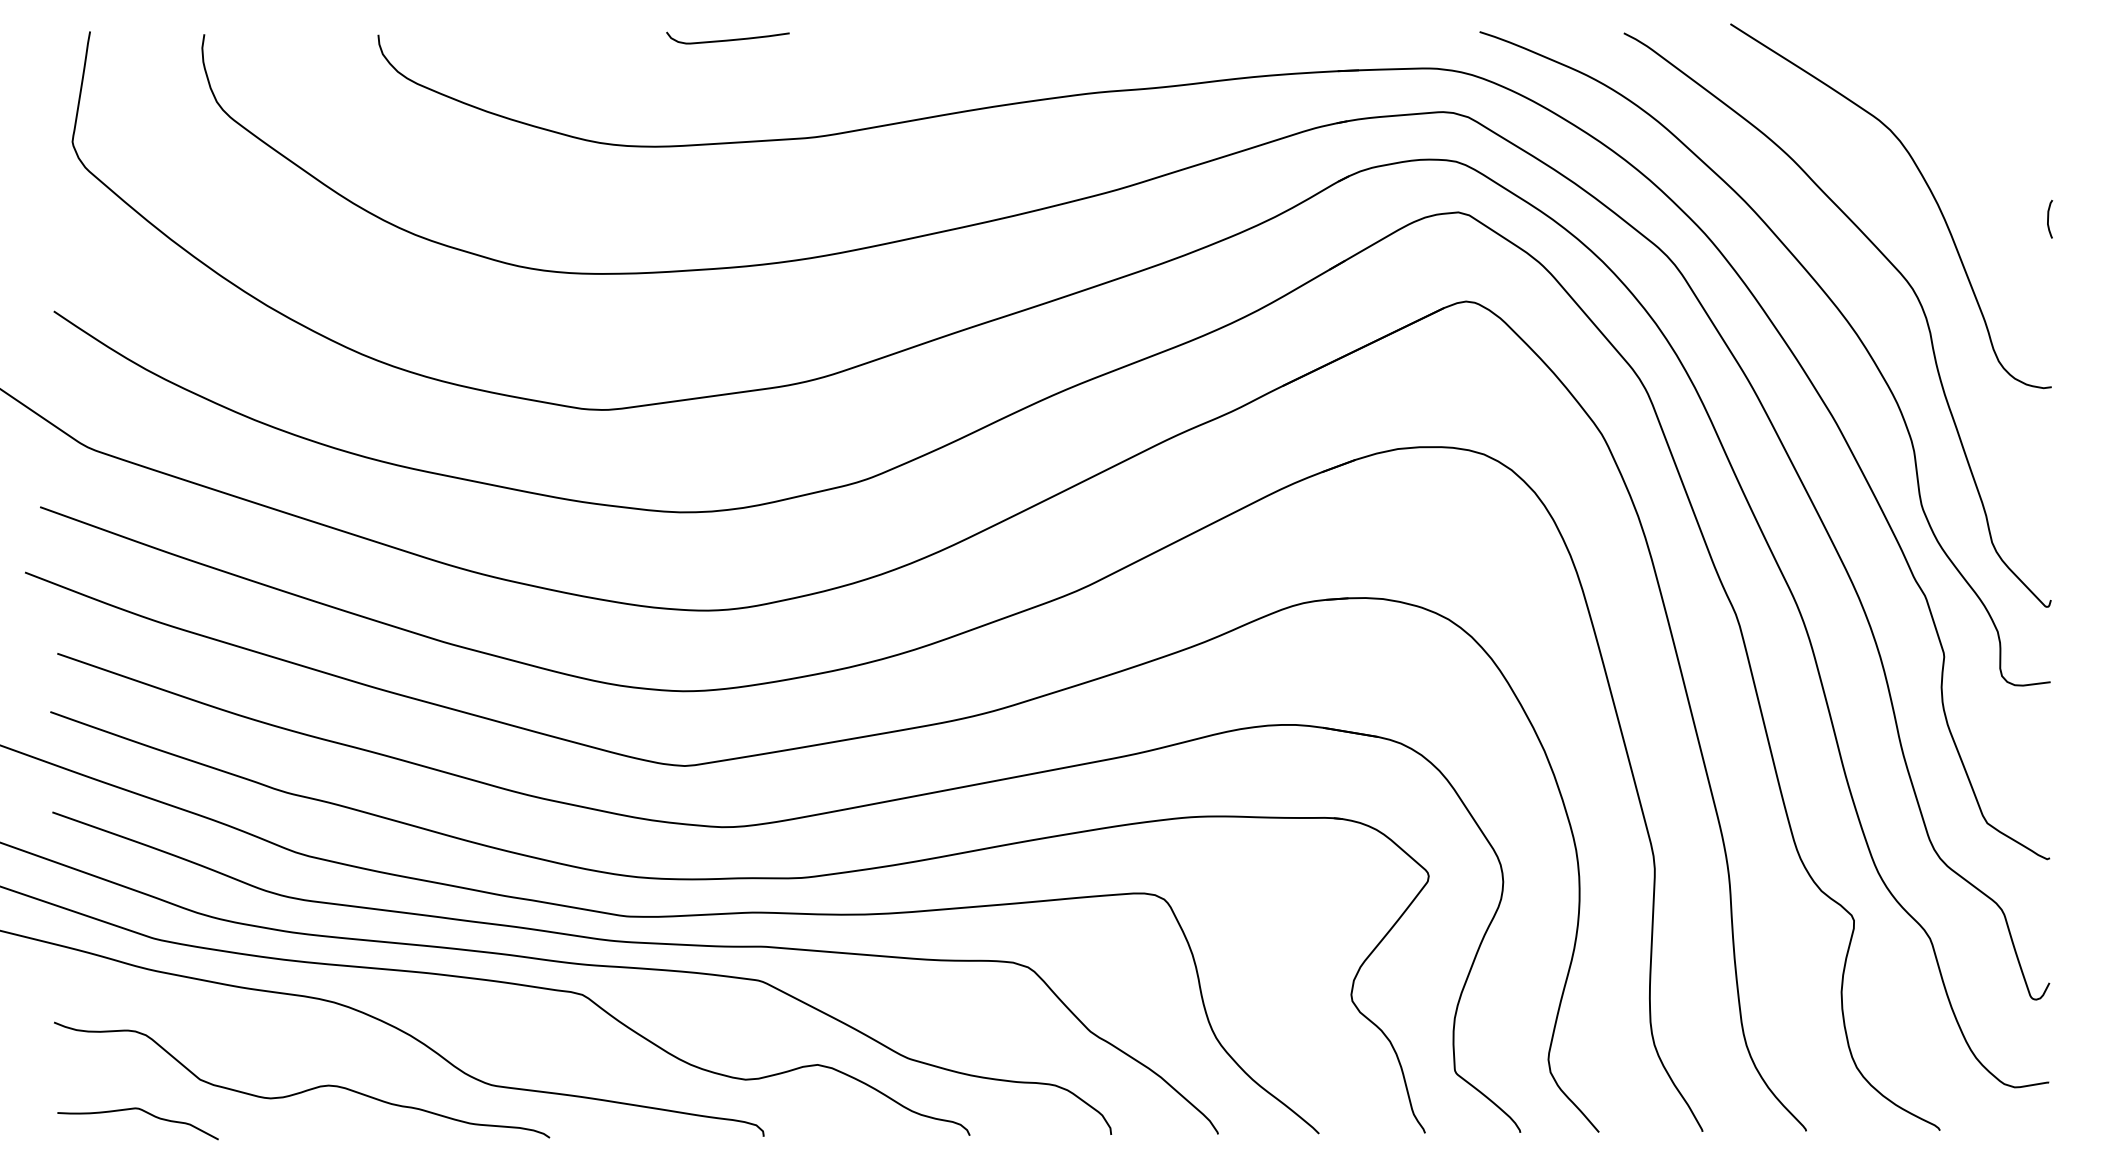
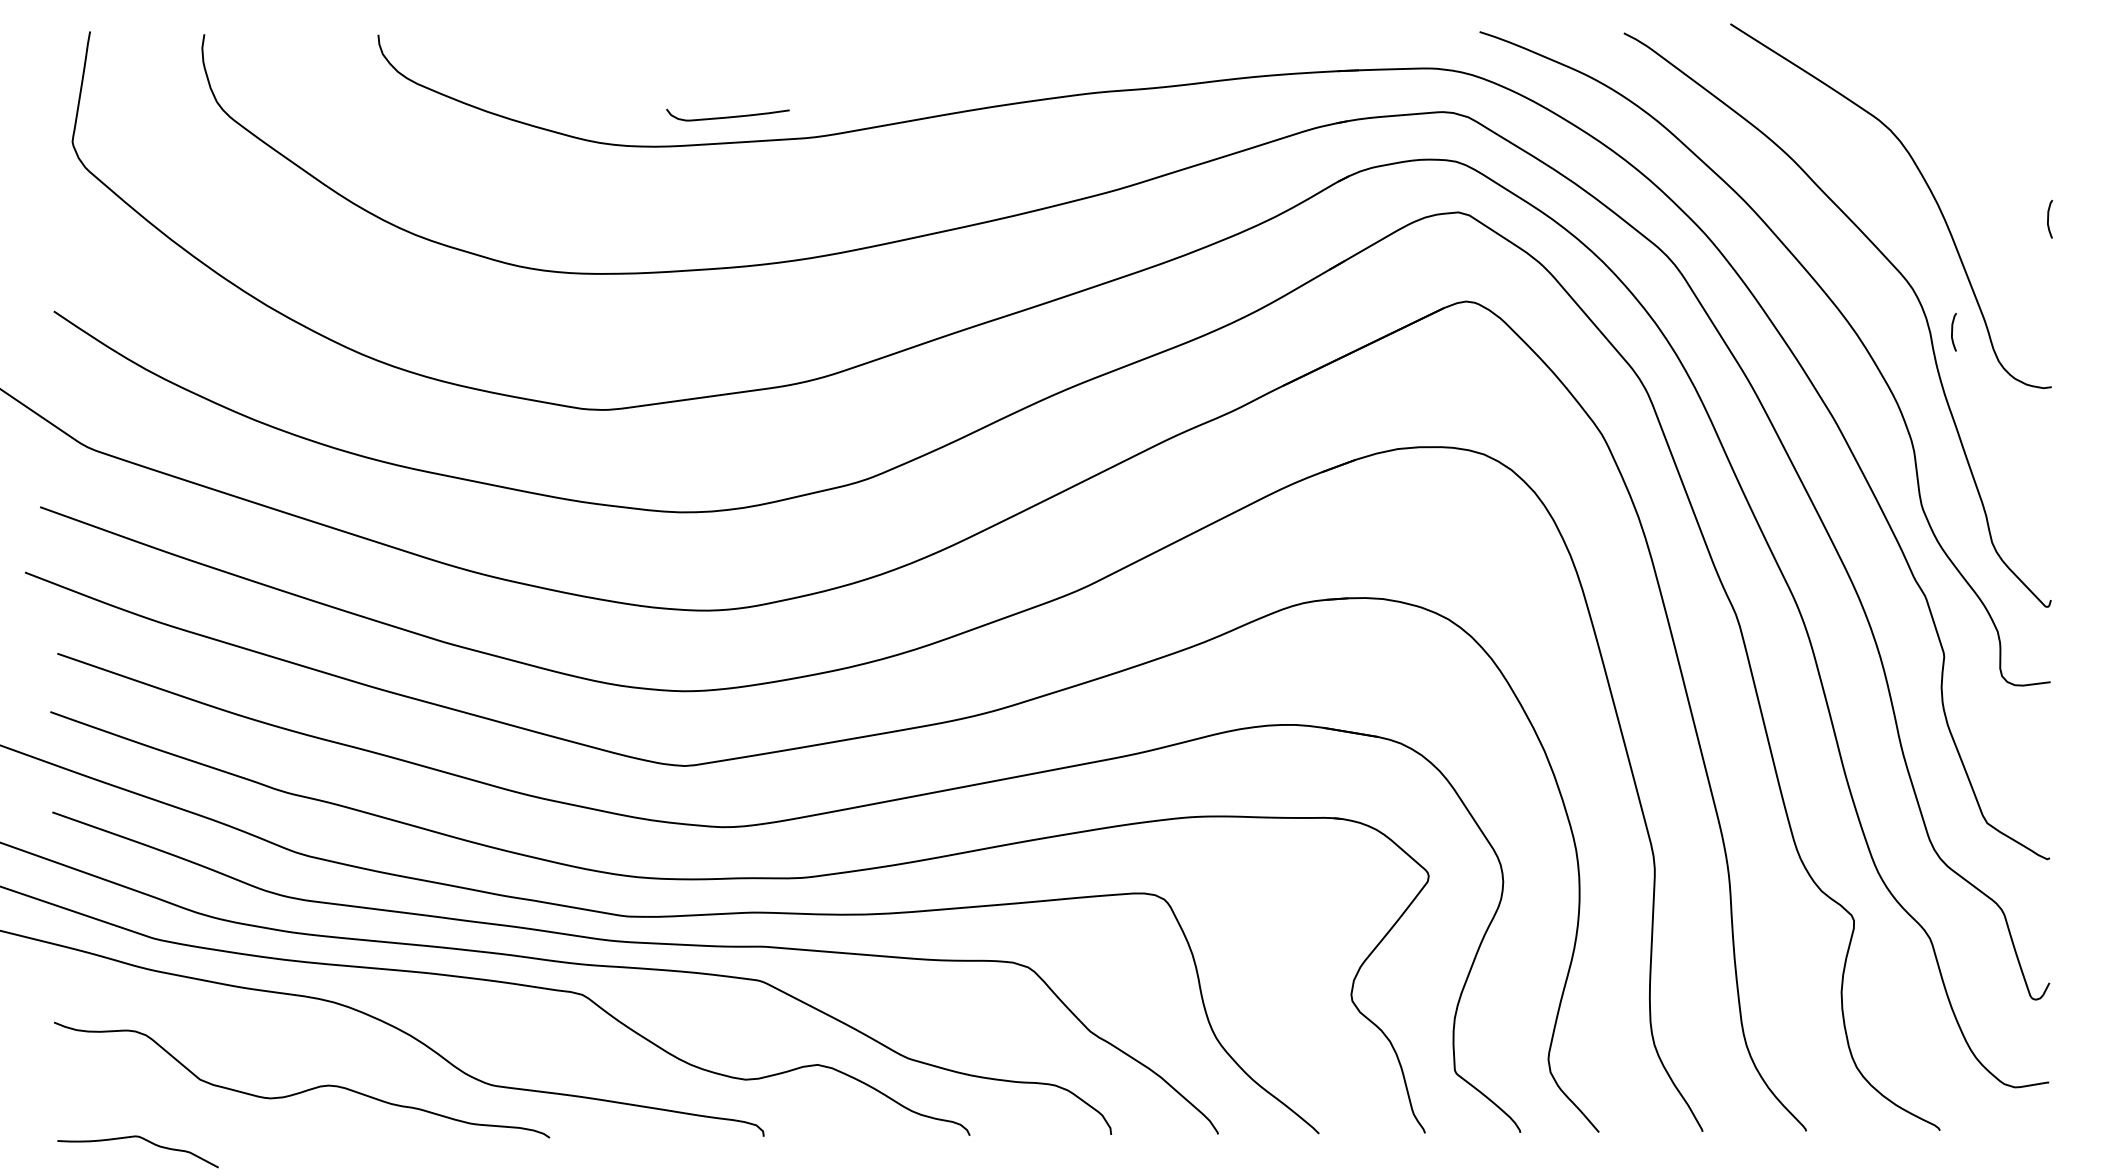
curve at (727, 39) position: (727, 39) -> (727, 116)
part at (1954, 331): none -> present
curve at (142, 1111) position: (142, 1111) -> (142, 1139)
